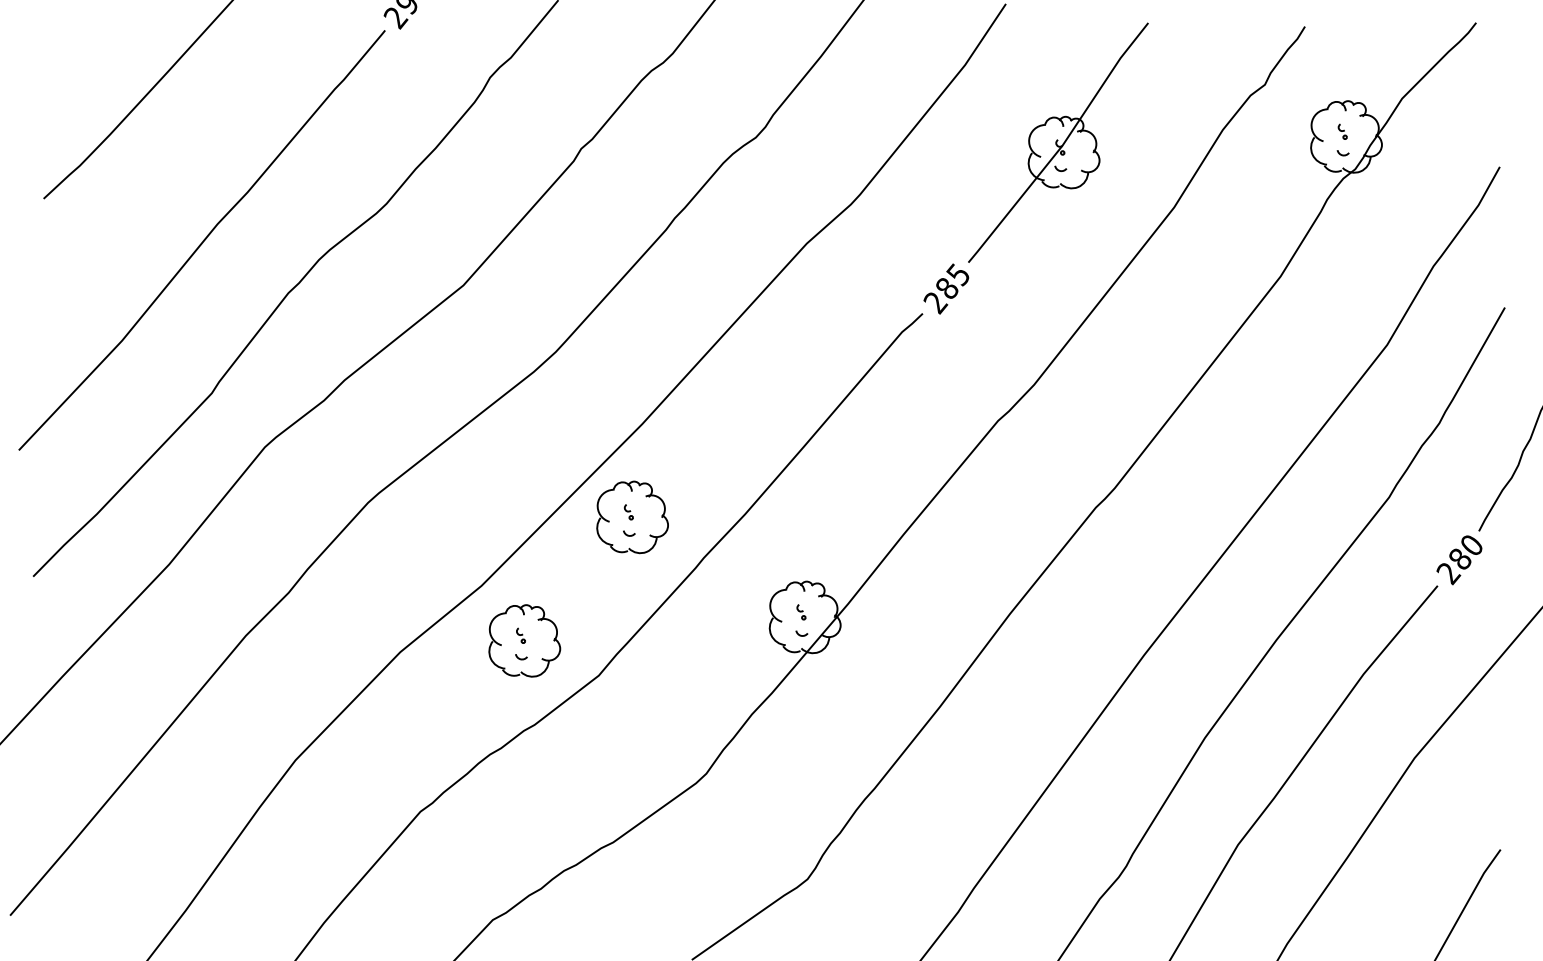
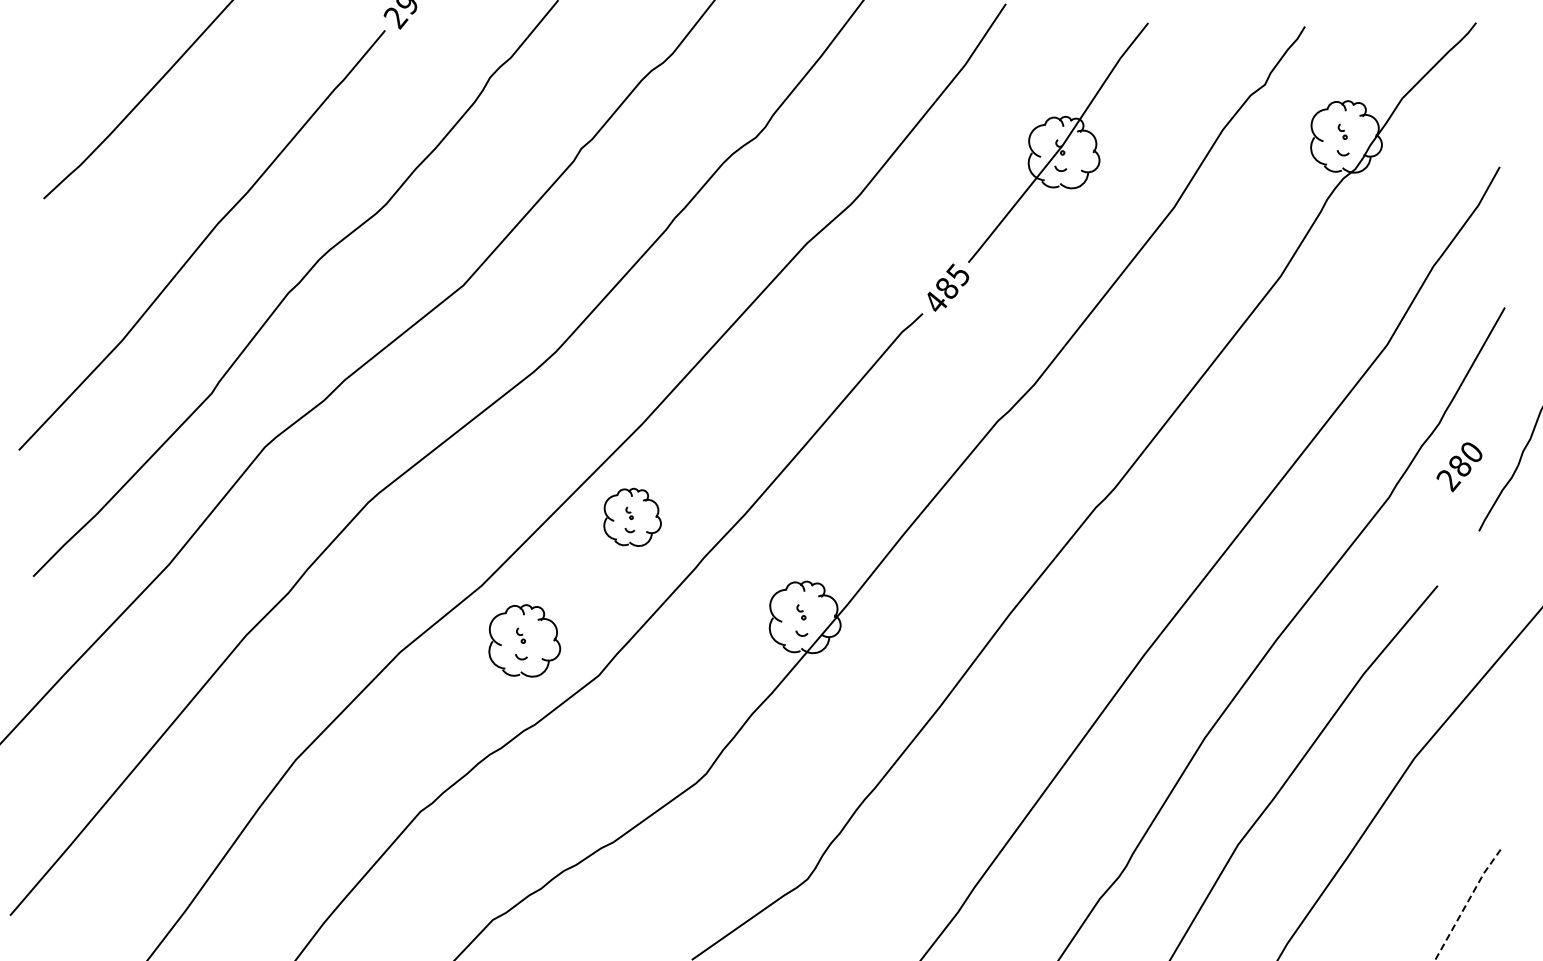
text at (935, 302): 285 -> 485
part at (632, 517) size: 73x75 px -> 59x60 px
text at (1459, 560) position: (1459, 560) -> (1459, 467)
line at (1466, 904): solid -> dashed
